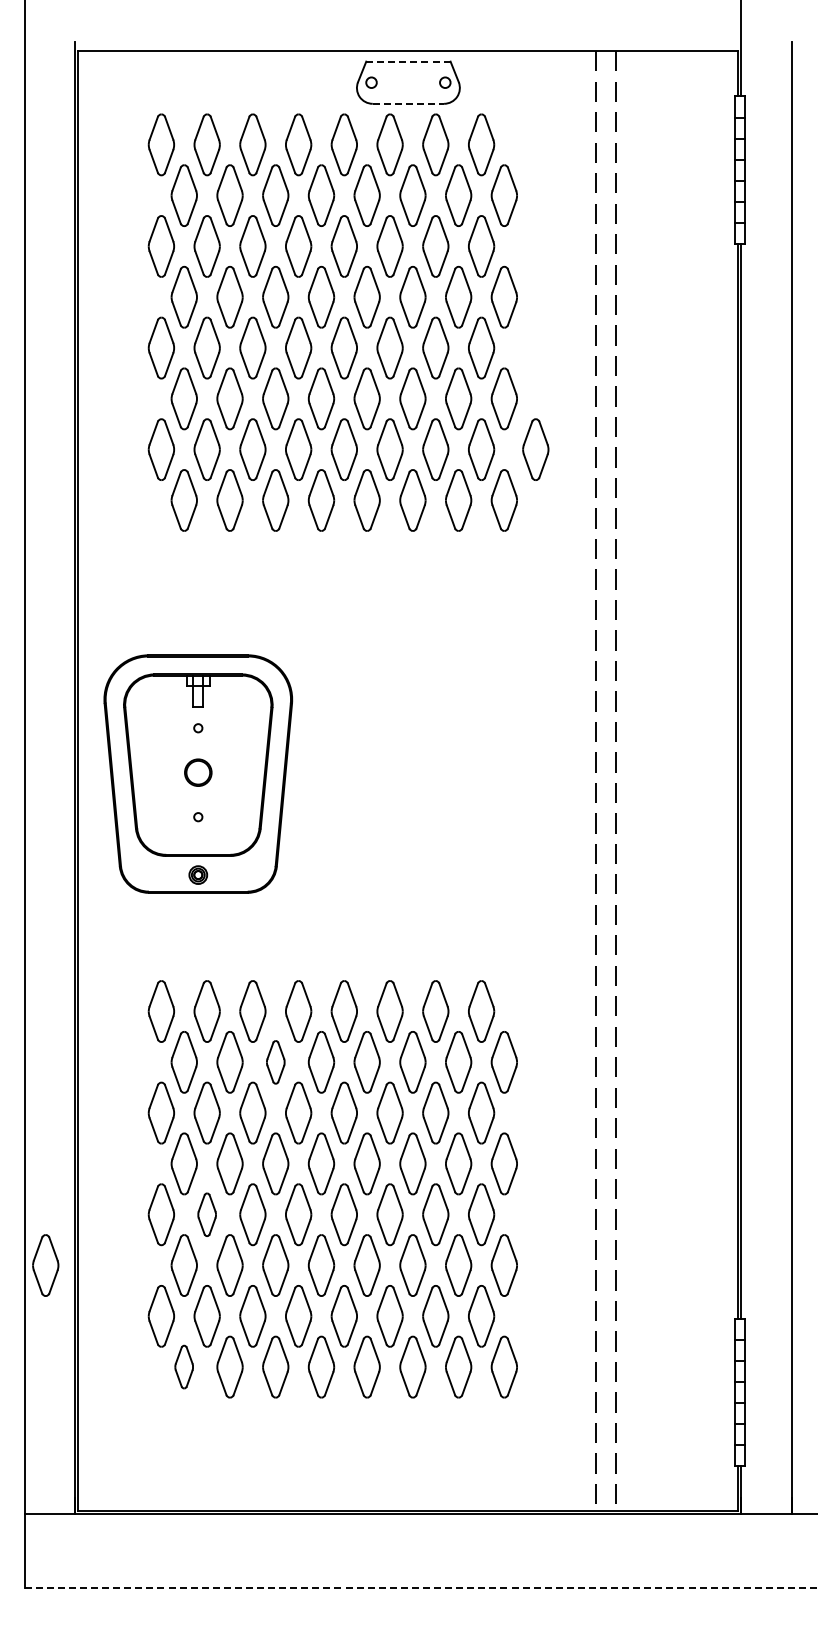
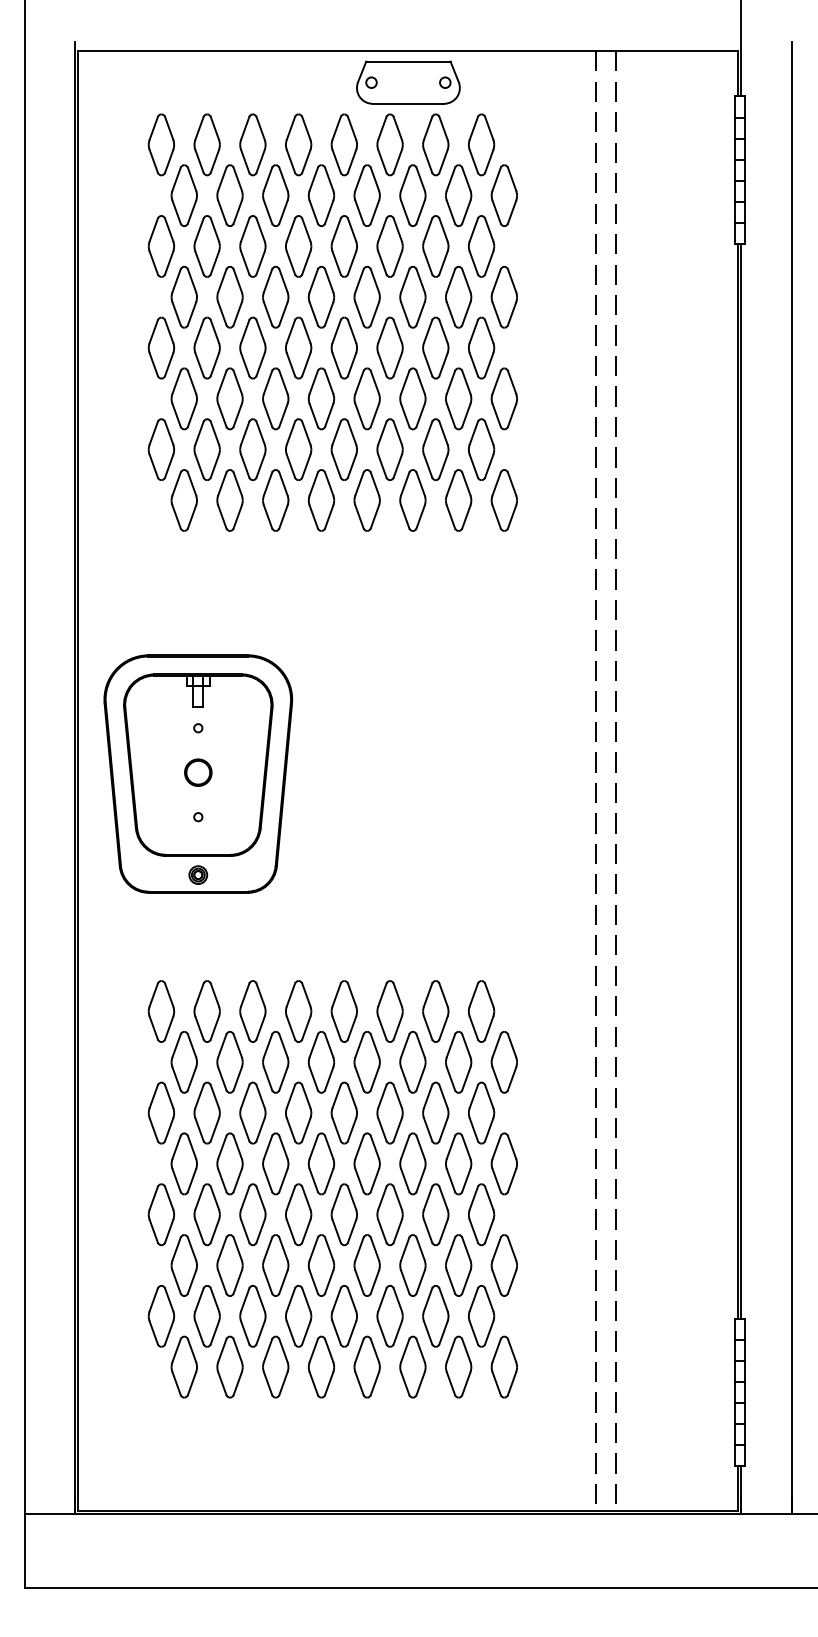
line at (407, 61): dashed -> solid
line at (408, 103): dashed -> solid
part at (535, 449): present -> none
part at (275, 1062) size: 20x45 px -> 28x63 px
part at (206, 1214) size: 20x45 px -> 28x64 px
part at (45, 1265): present -> none
part at (183, 1366) size: 20x46 px -> 28x64 px
line at (421, 1587): dashed -> solid
